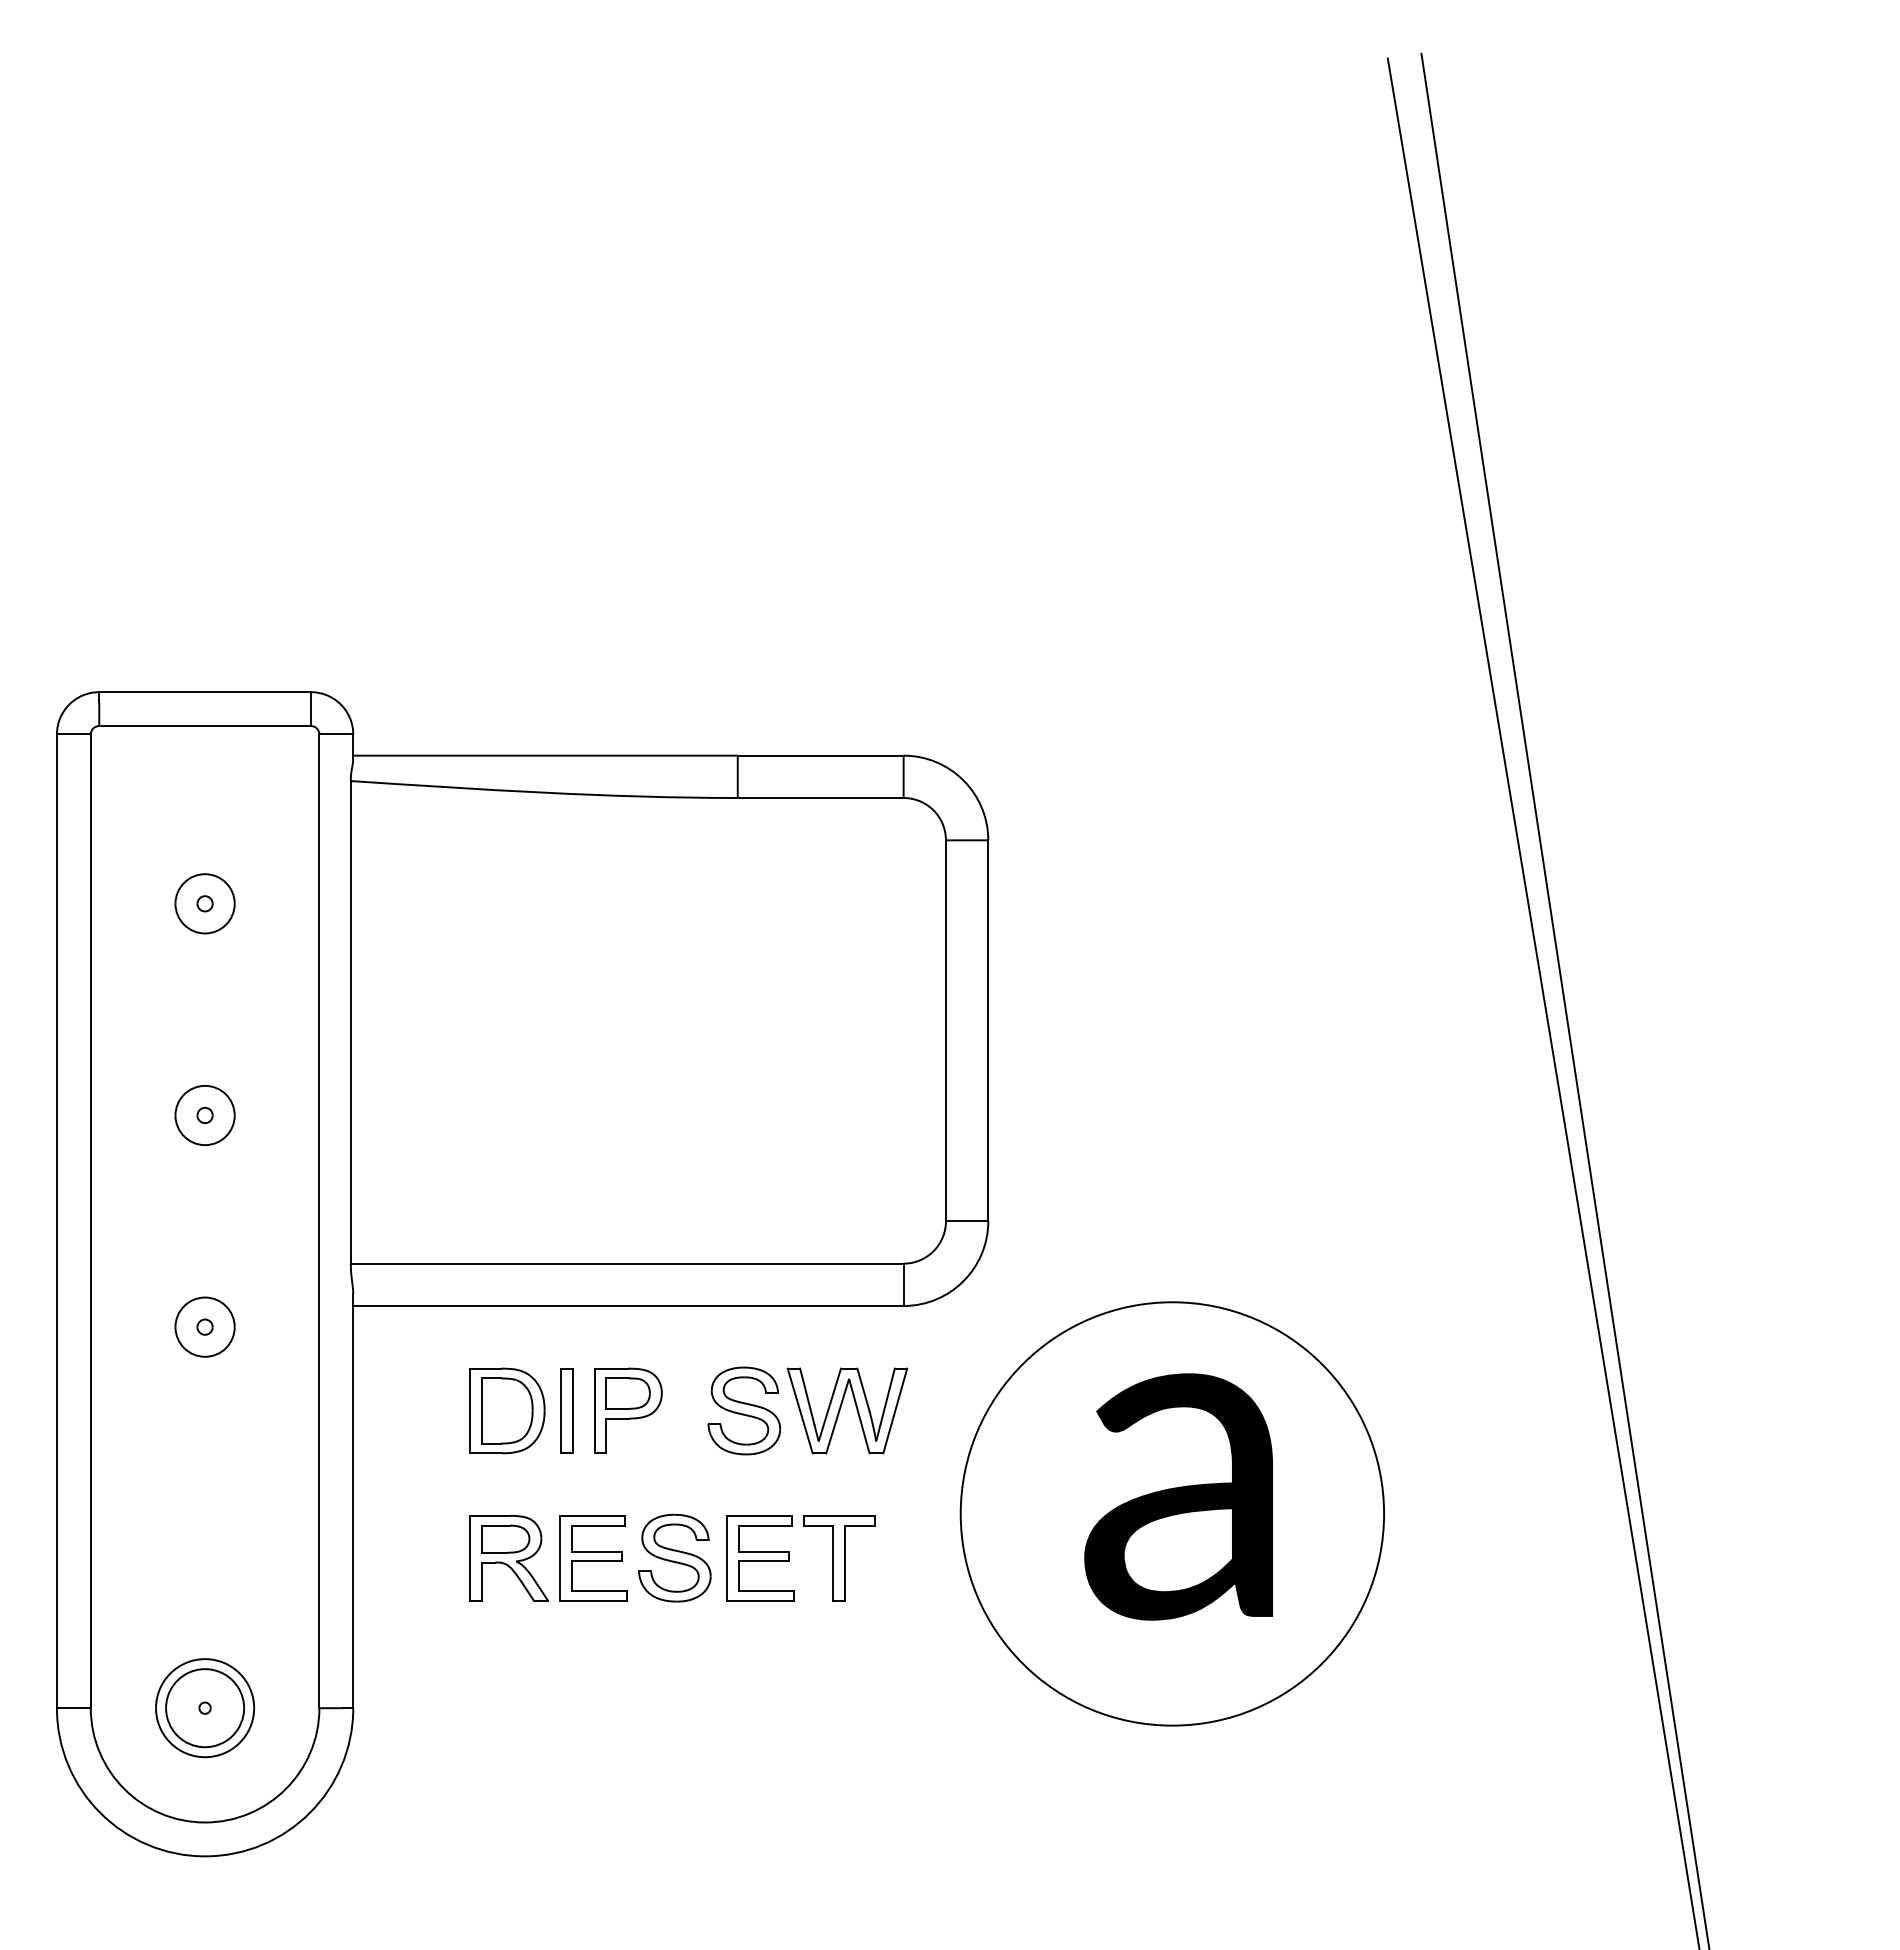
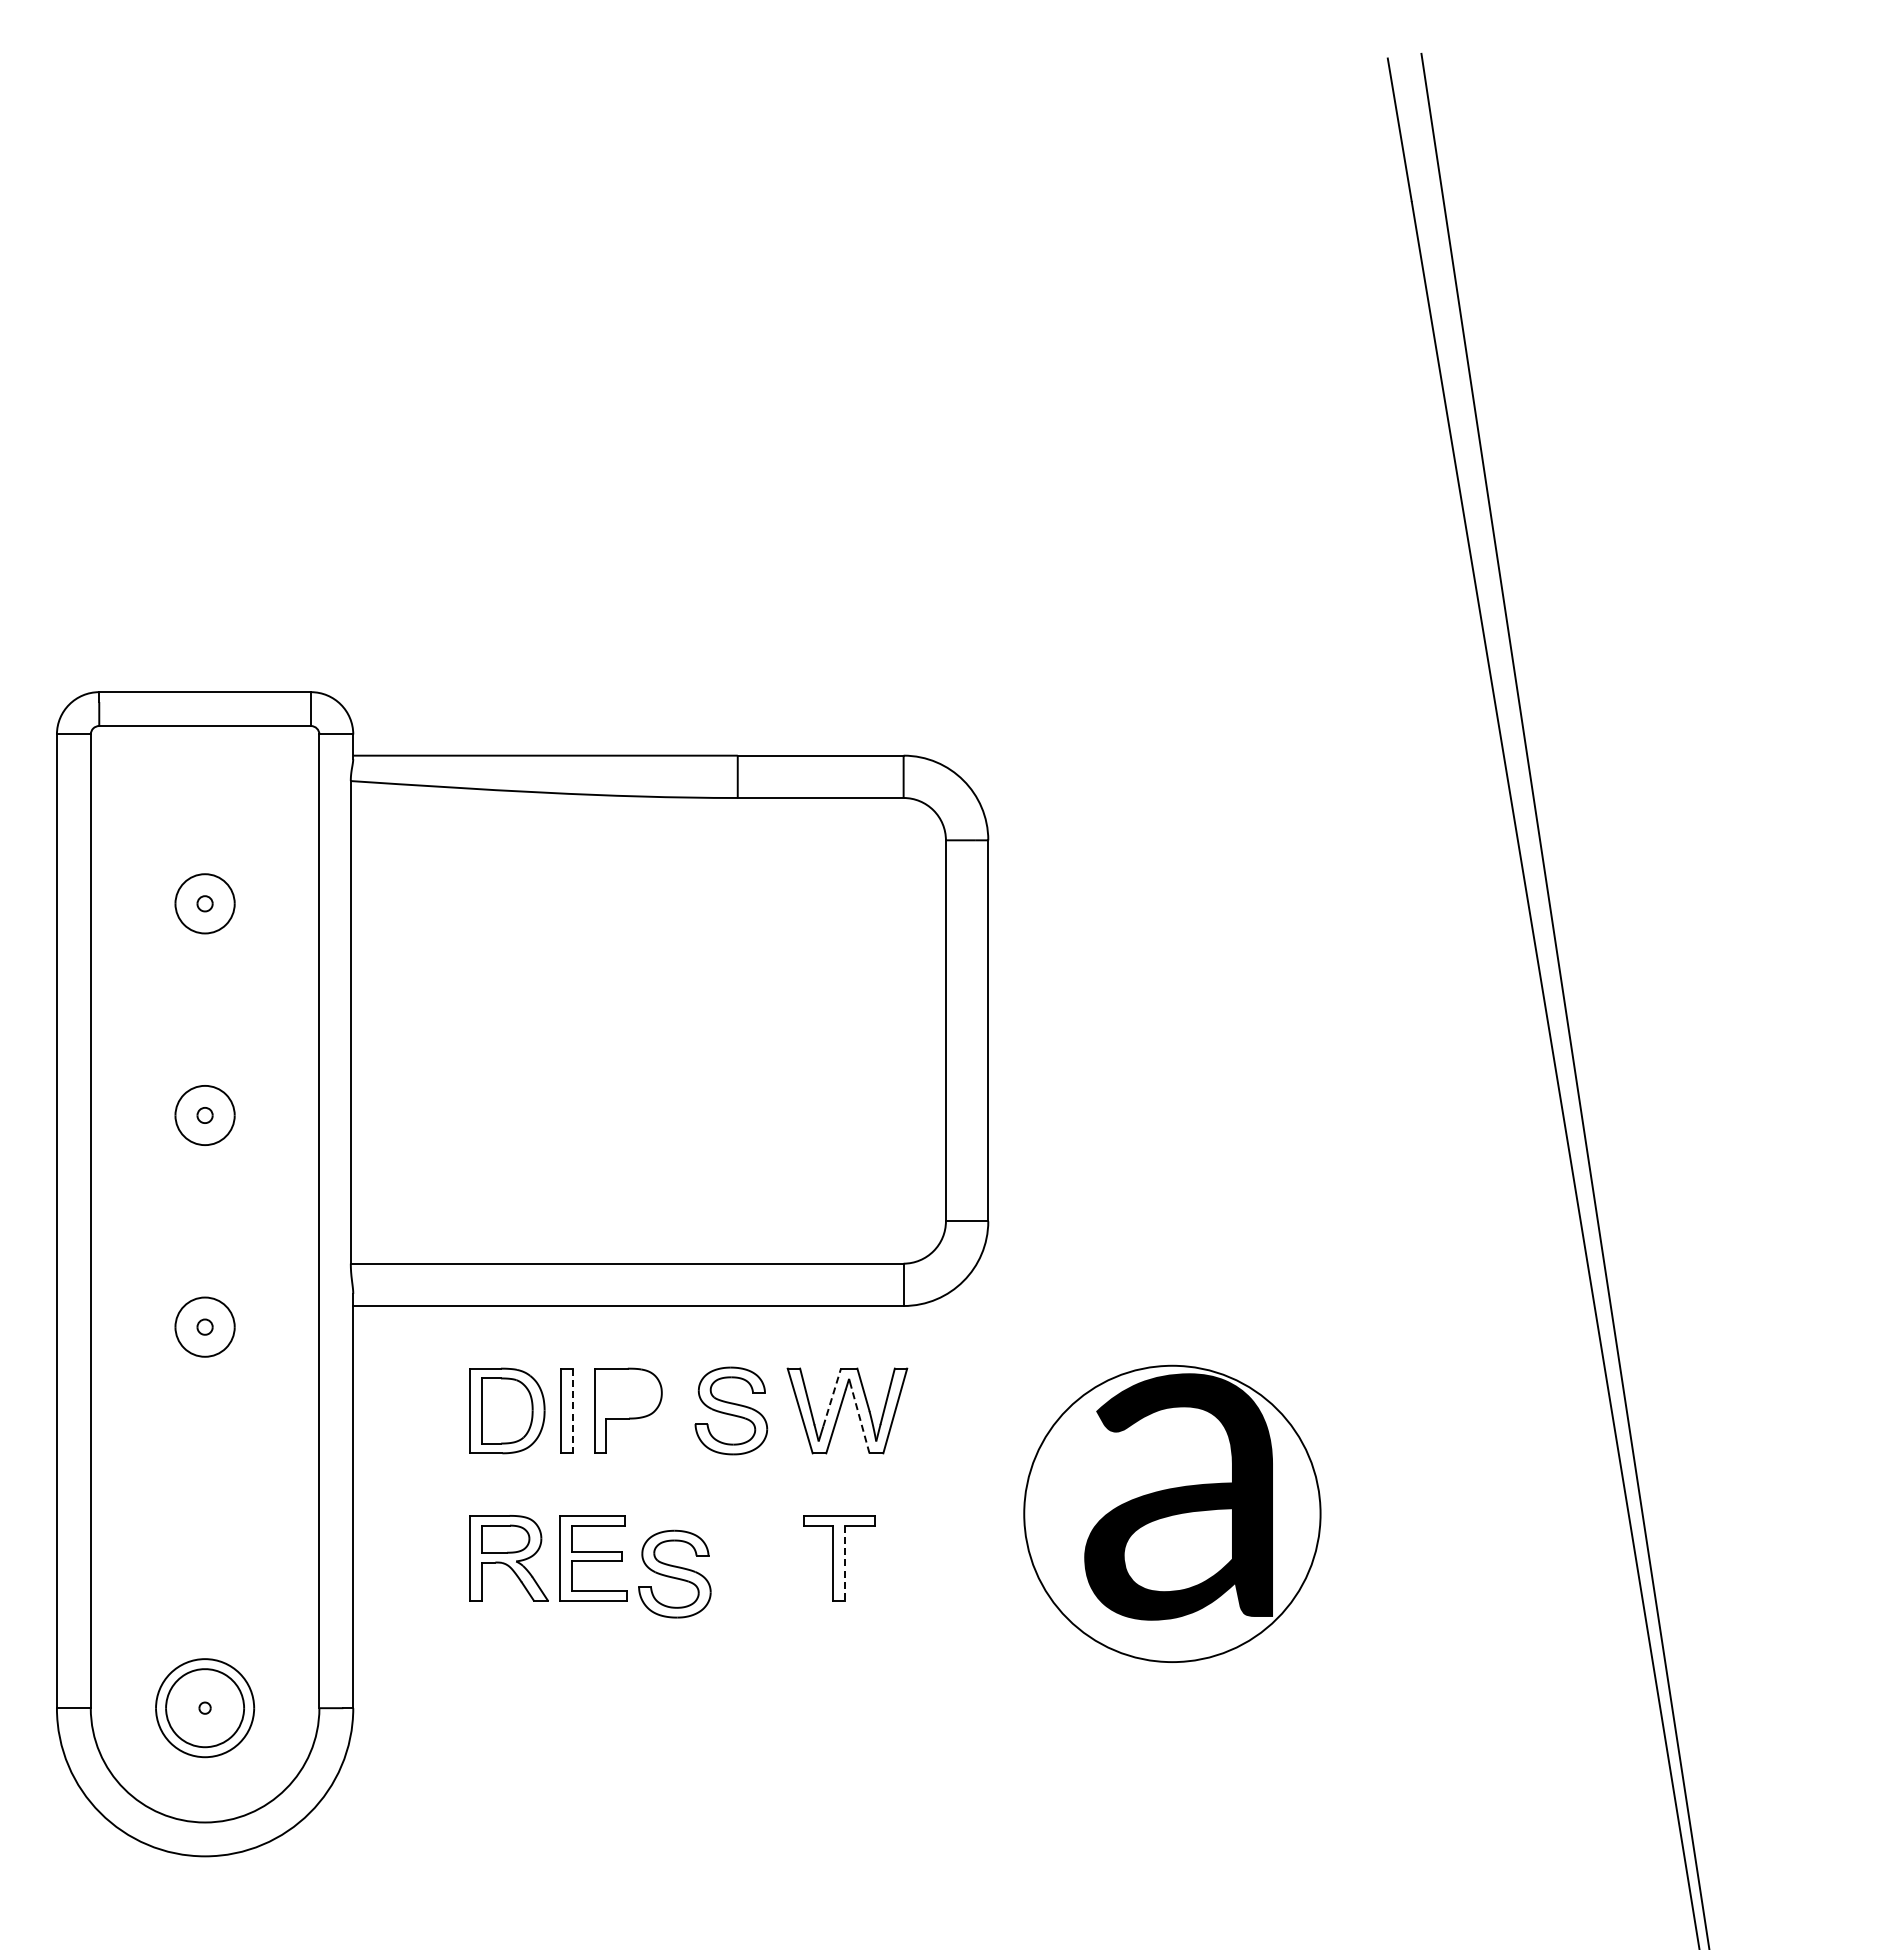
part at (627, 1393): present -> none
line at (832, 1397): solid -> dashed
part at (744, 1410) position: (744, 1410) -> (731, 1410)
line at (572, 1411): solid -> dashed
line at (860, 1420): solid -> dashed
circle at (1172, 1513) diameter: 423 px -> 296 px
part at (674, 1557) position: (674, 1557) -> (674, 1573)
part at (760, 1558): present -> none
line at (845, 1563): solid -> dashed
